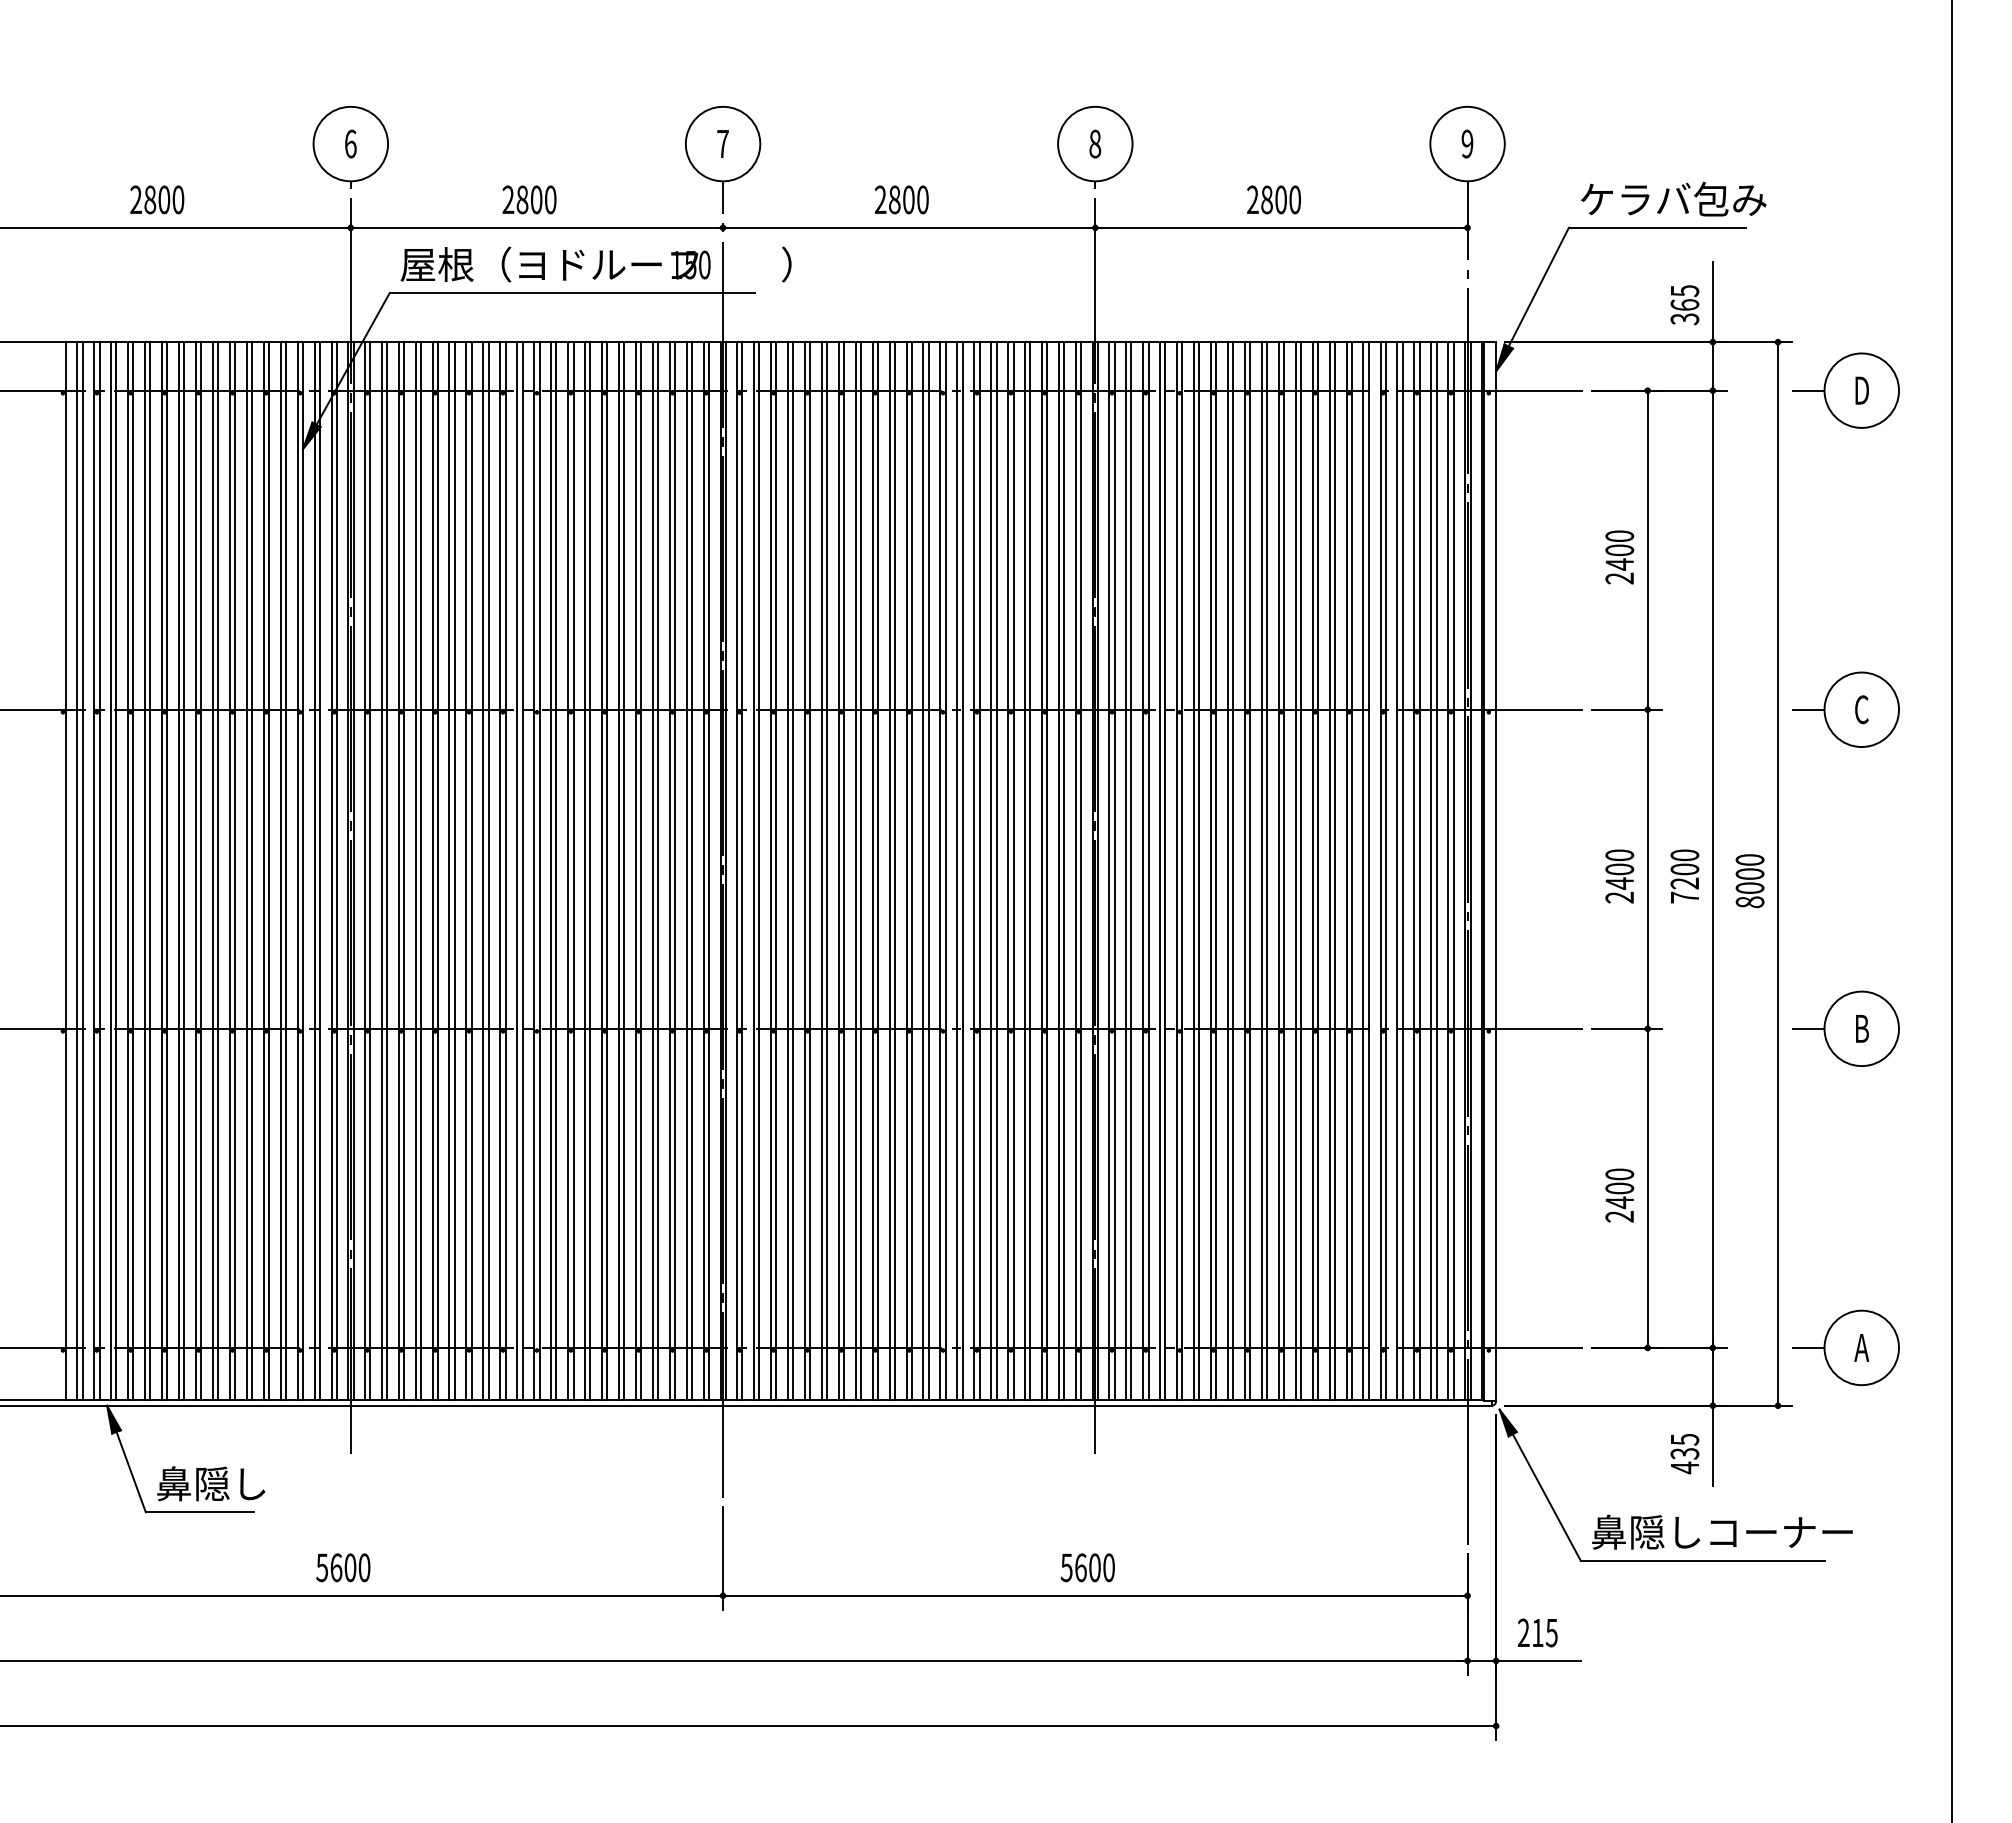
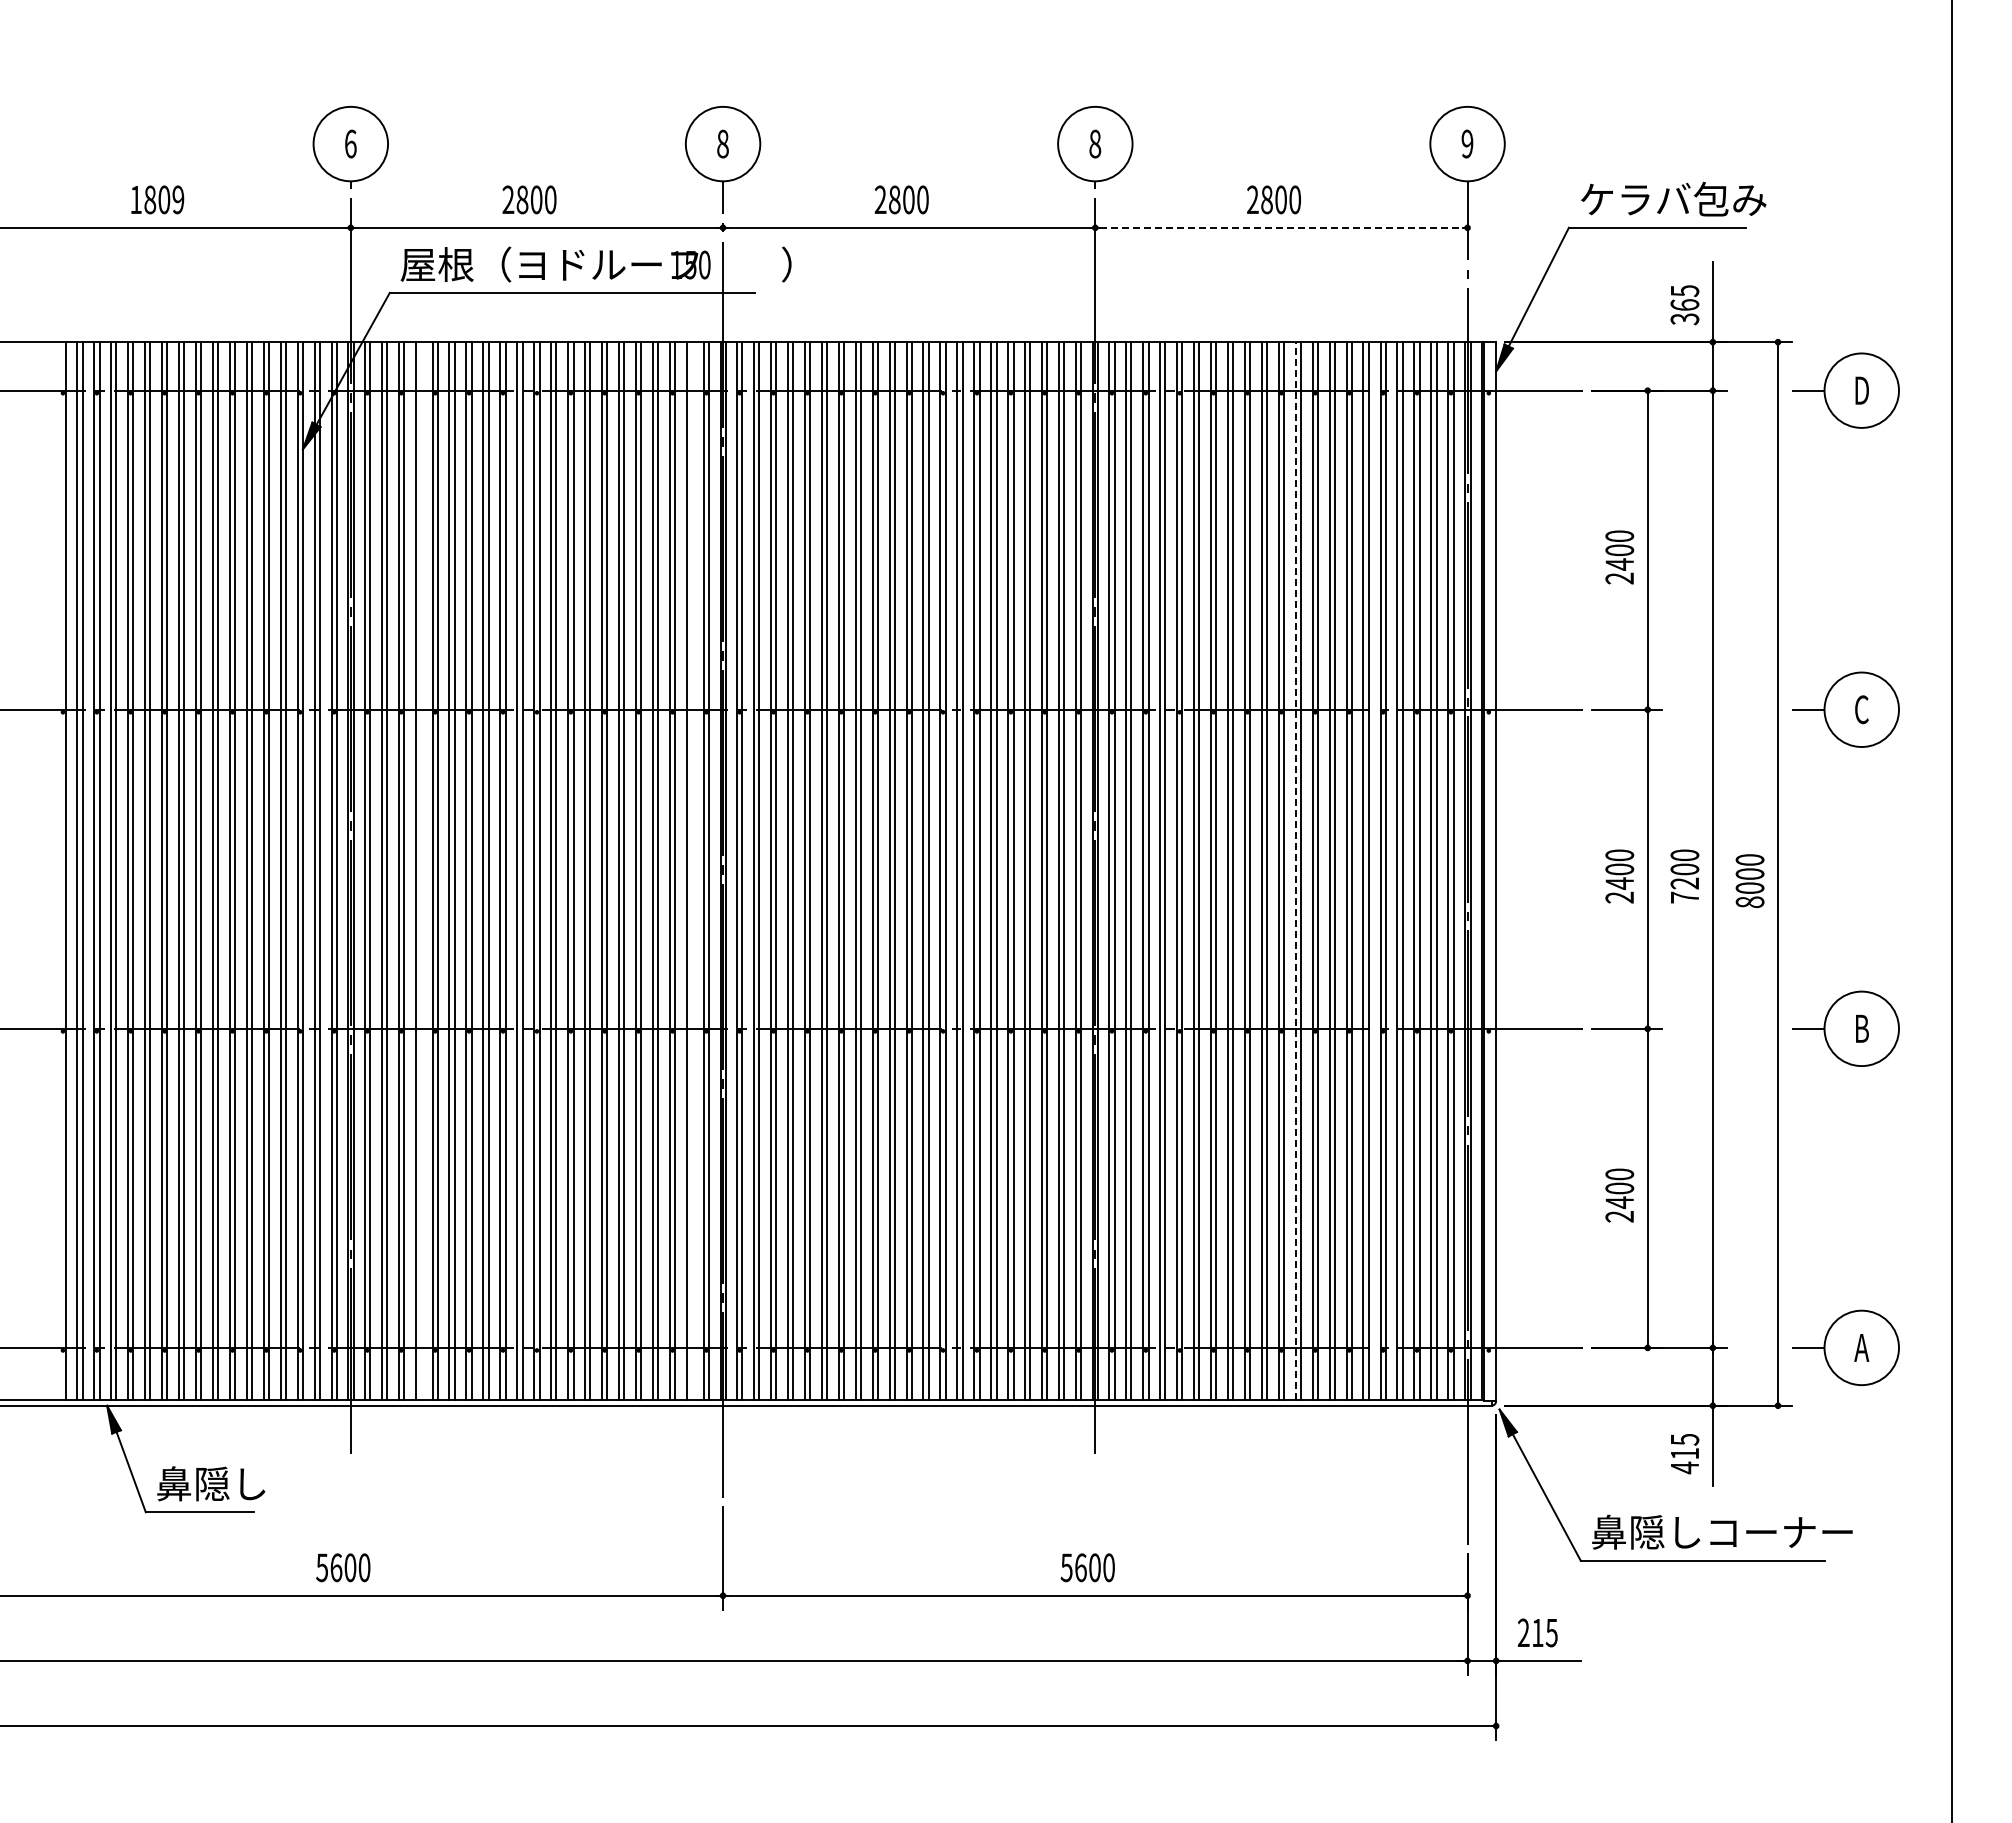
text at (722, 143): 7 -> 8
text at (157, 199): 2800 -> 1809
line at (1281, 227): solid -> dashed
line at (420, 870): present -> none
line at (692, 870): present -> none
line at (1295, 871): solid -> dashed
text at (1684, 1453): 435 -> 415
